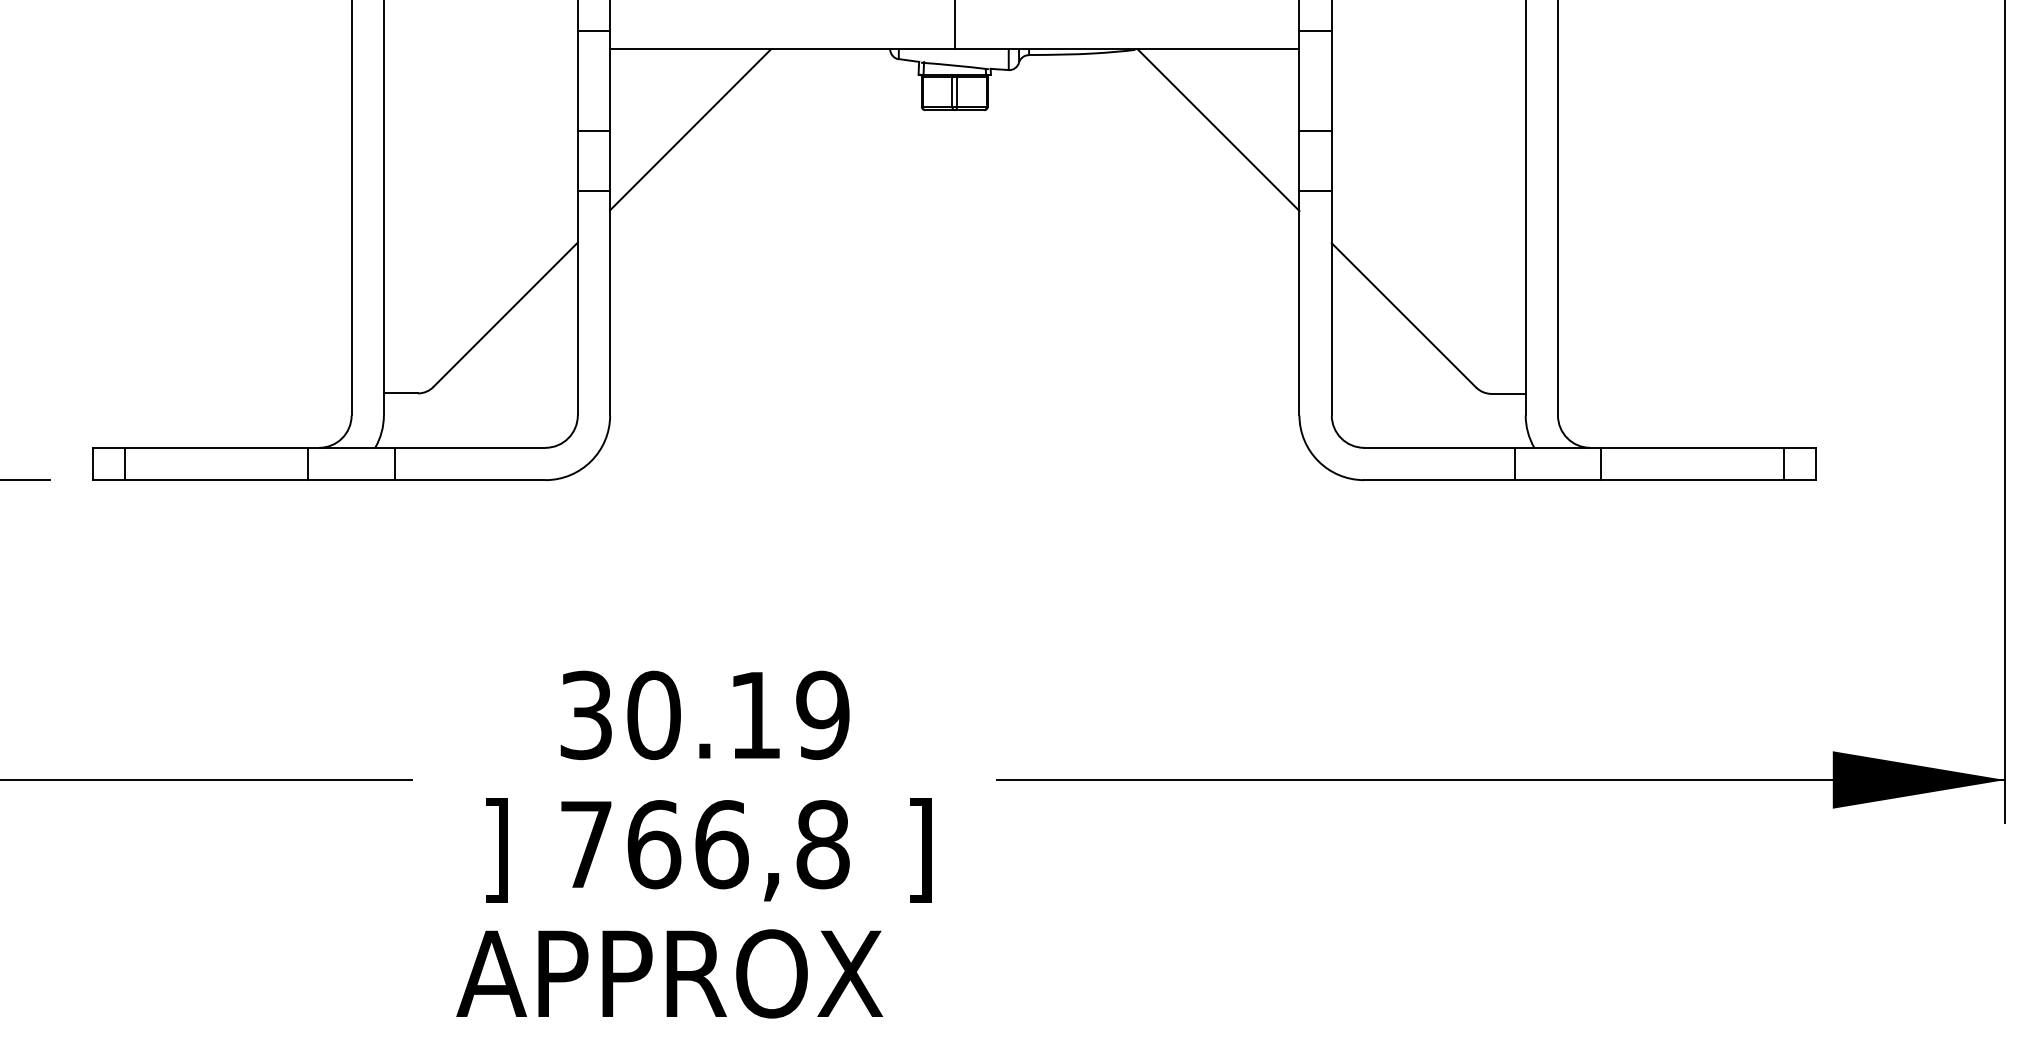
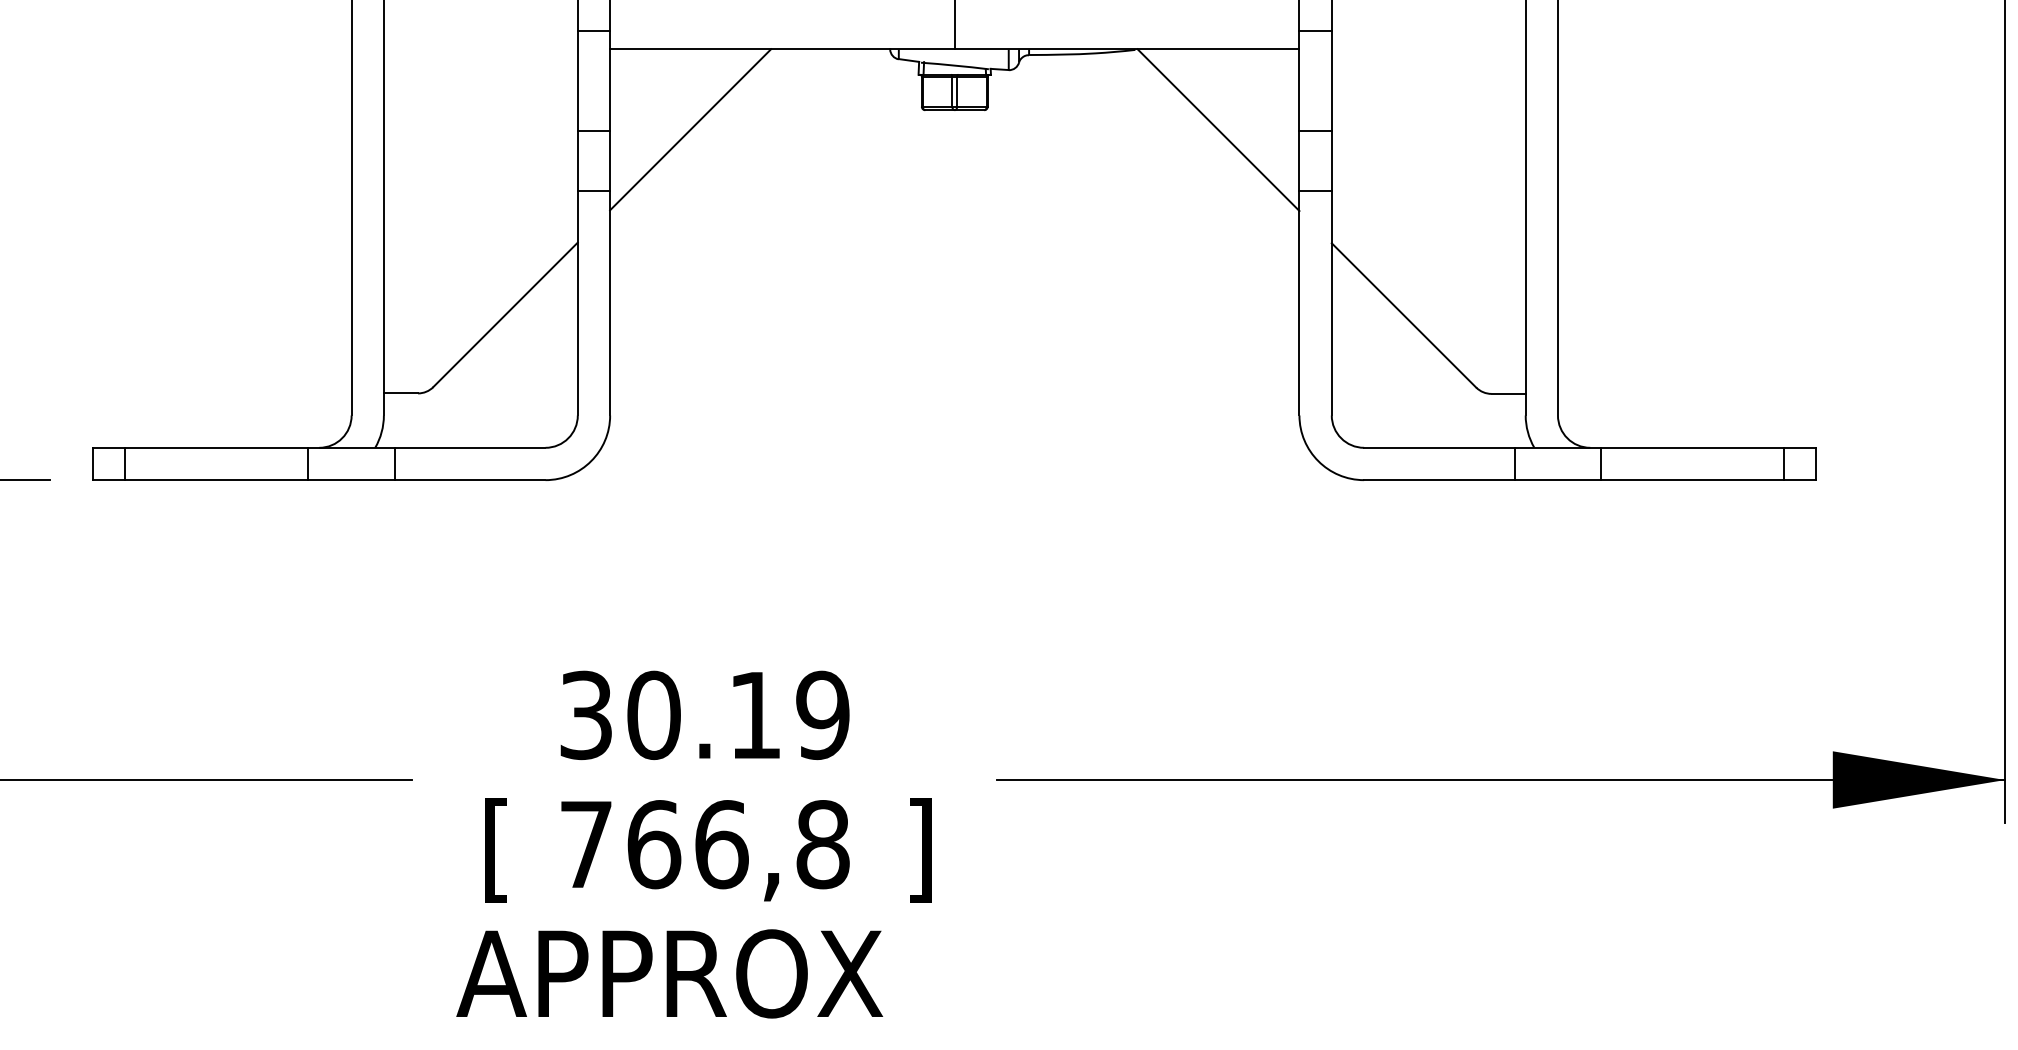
text at (496, 850): ] -> [
